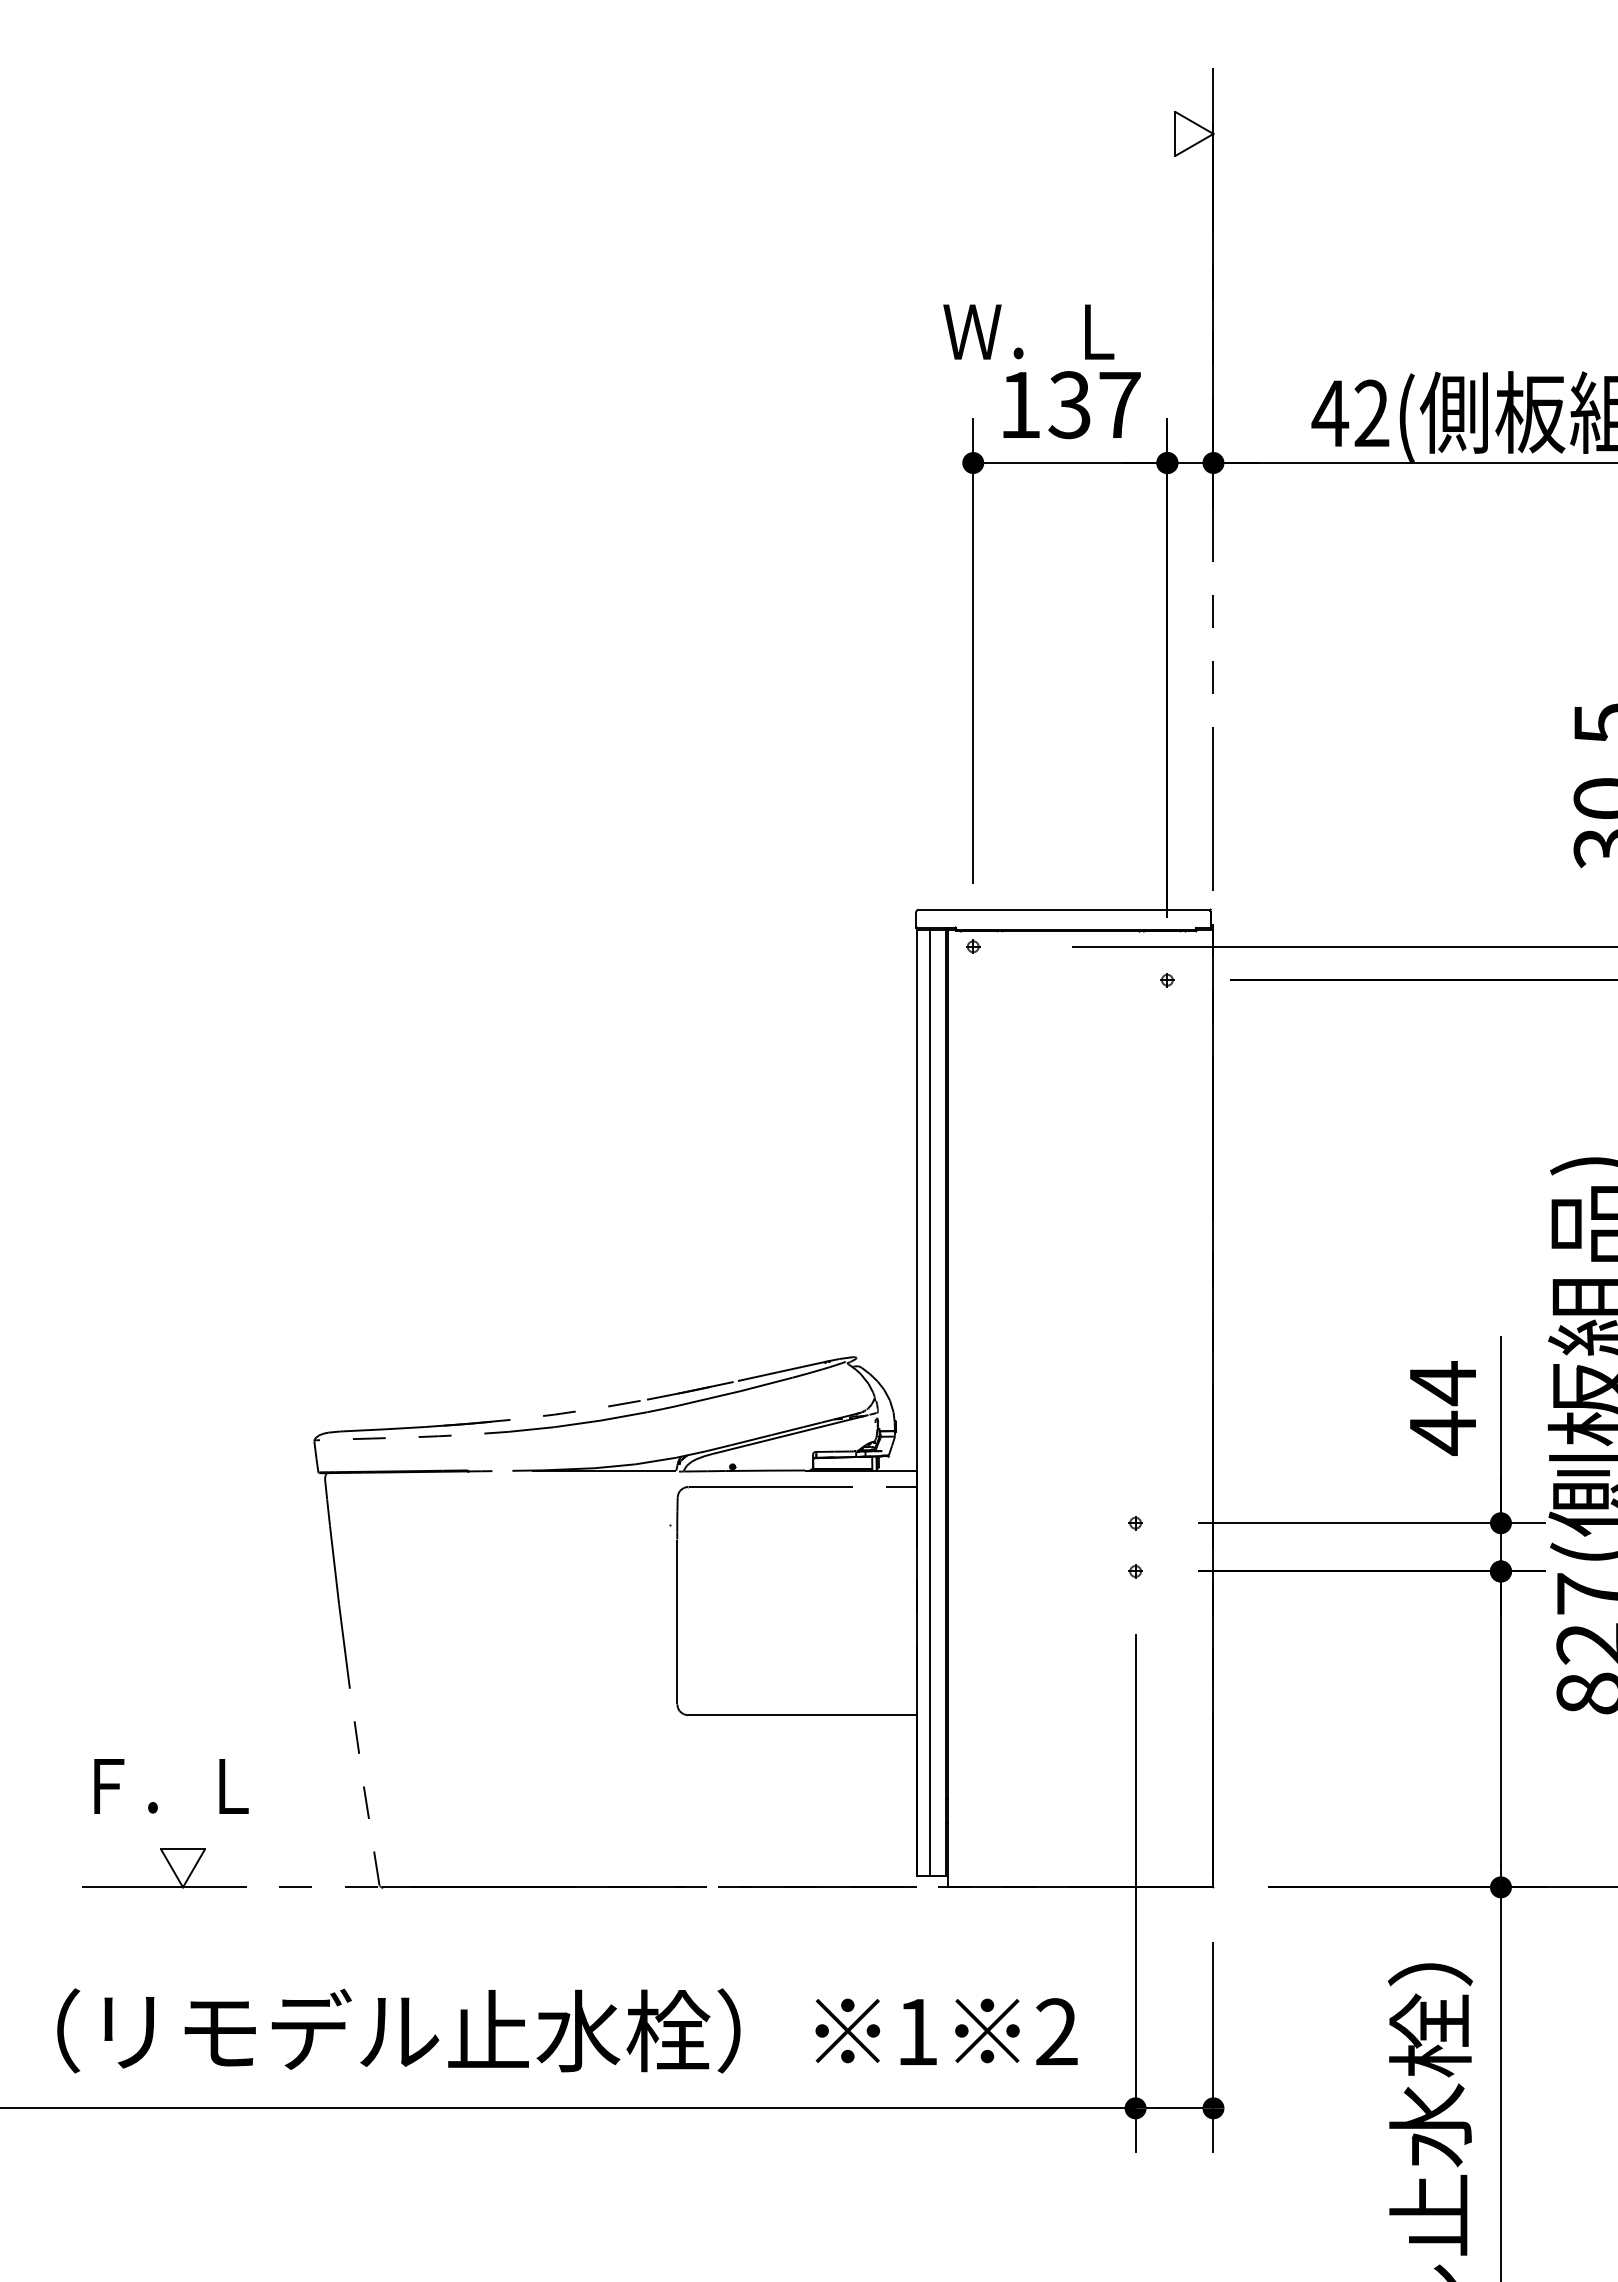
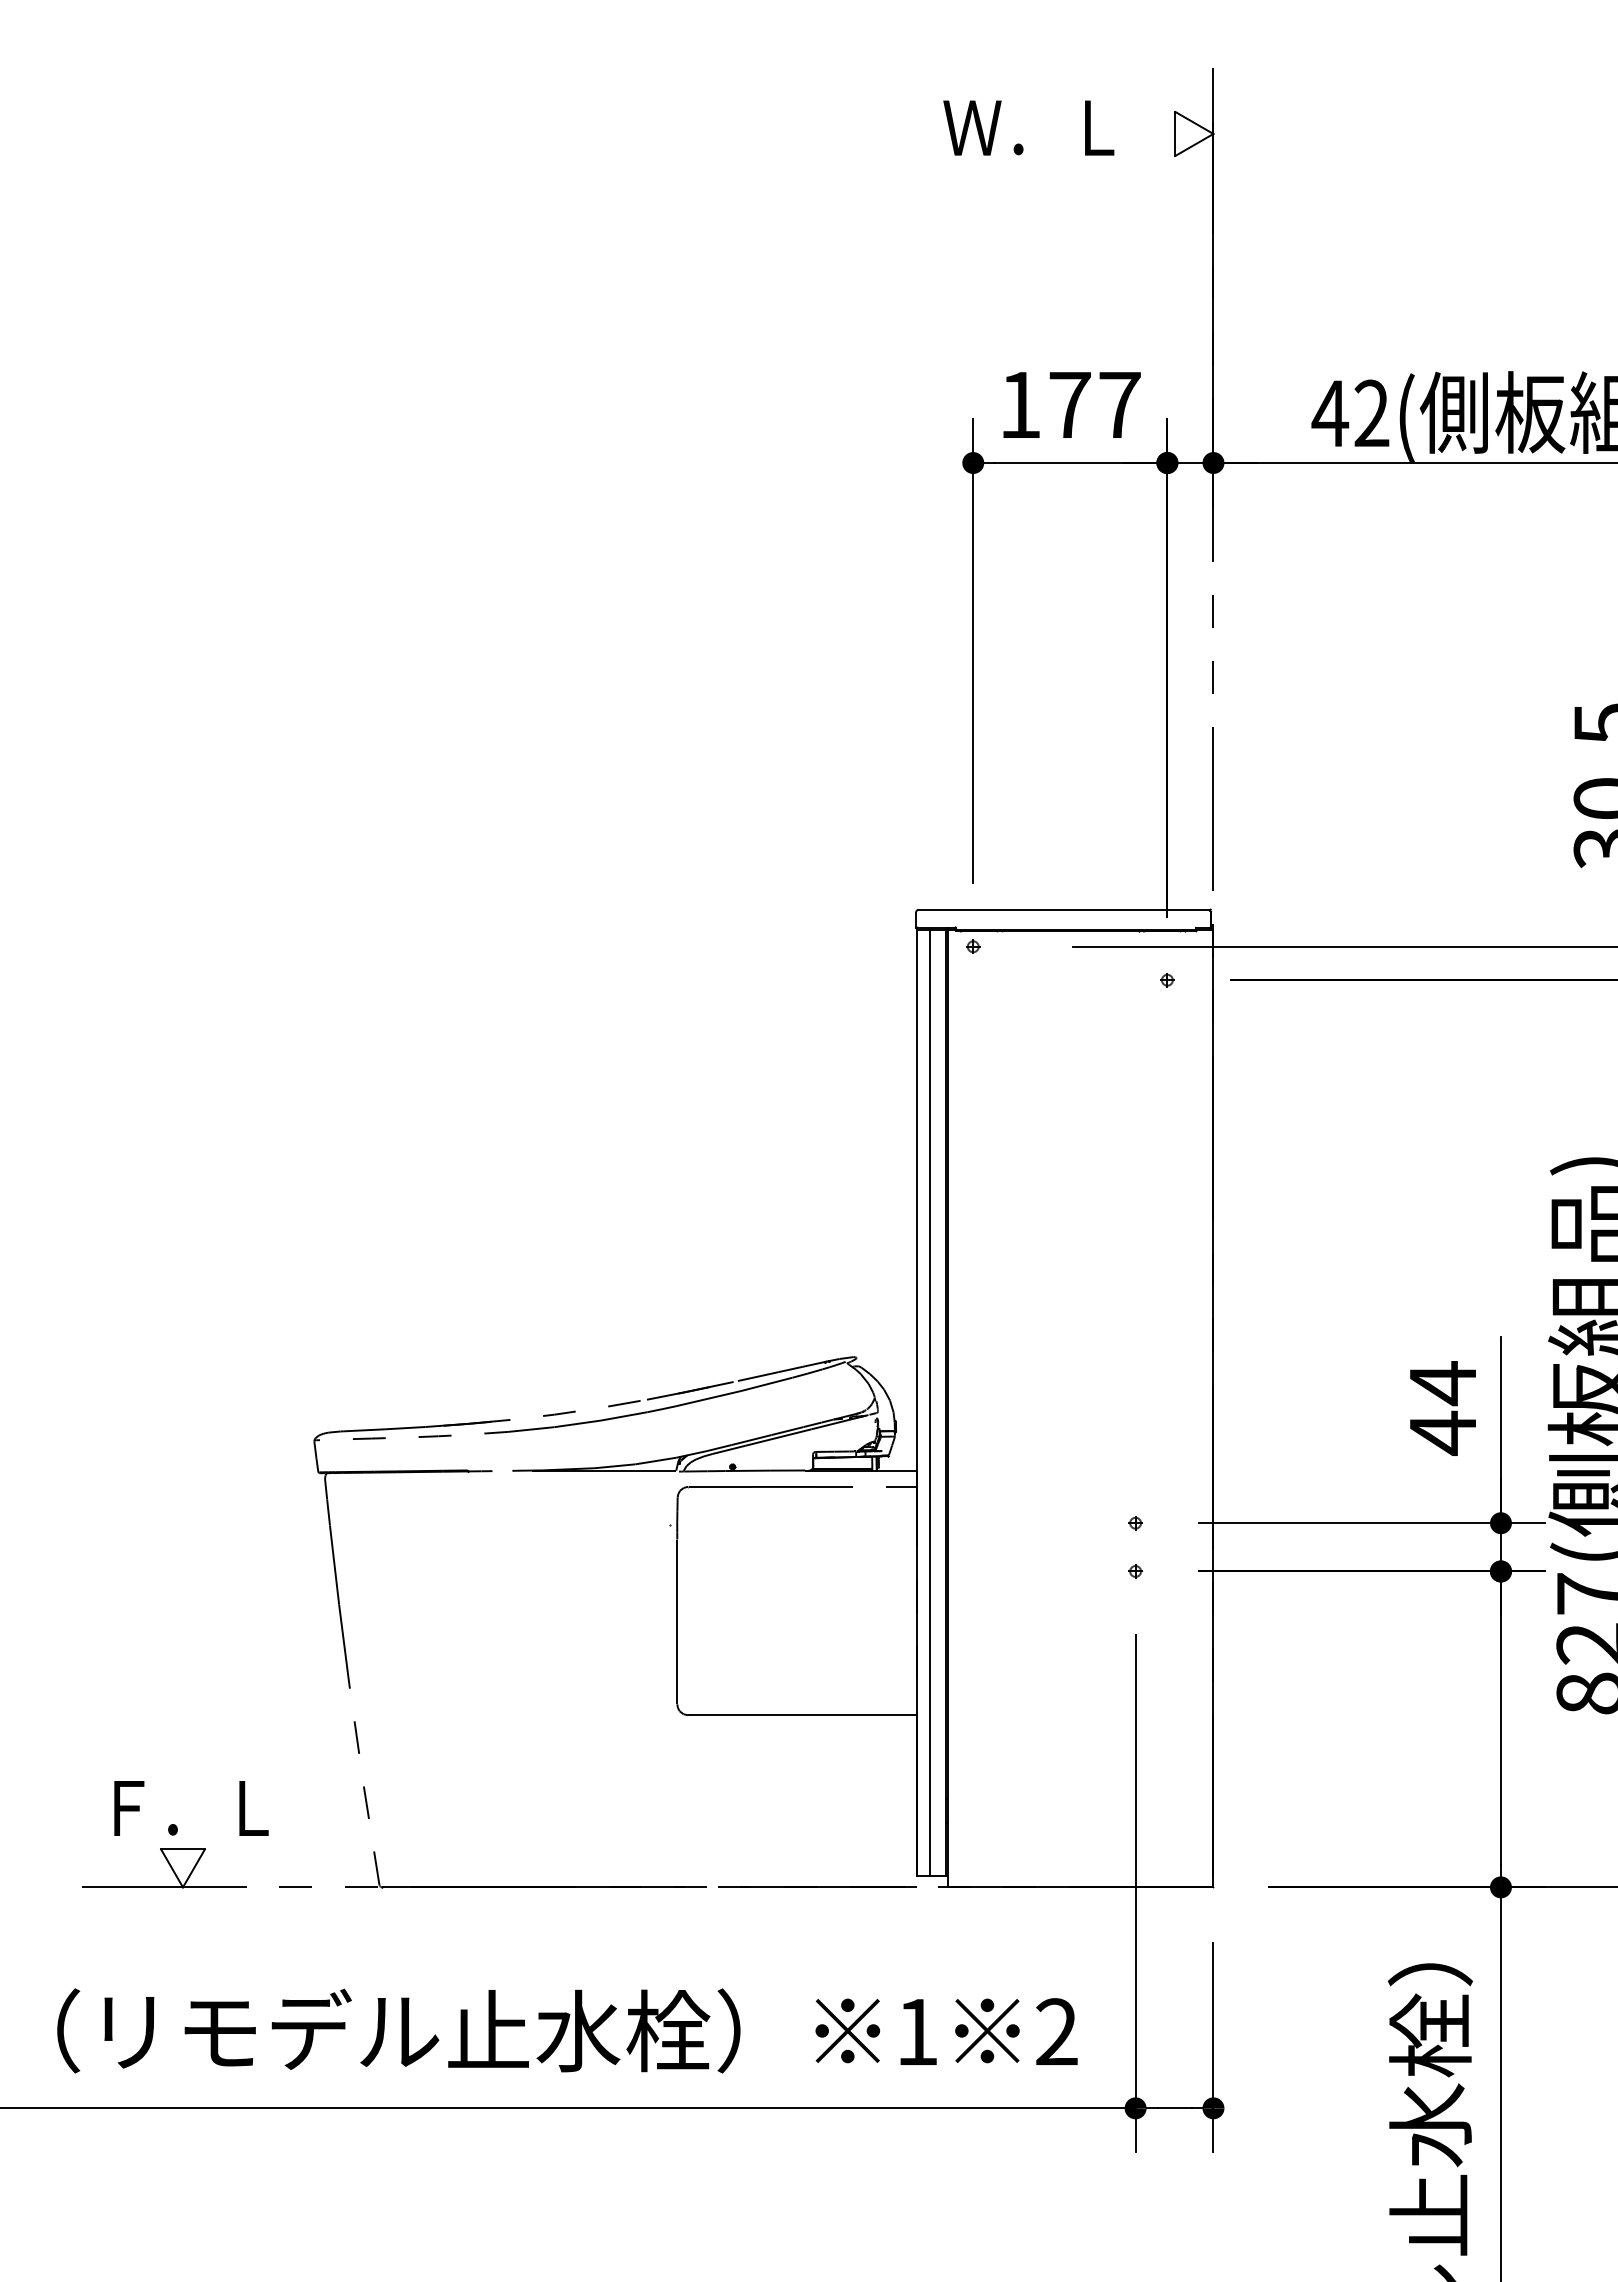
text at (1028, 331) position: (1028, 331) -> (1028, 127)
text at (1069, 405): 137 -> 177
text at (171, 1786) position: (171, 1786) -> (191, 1808)
